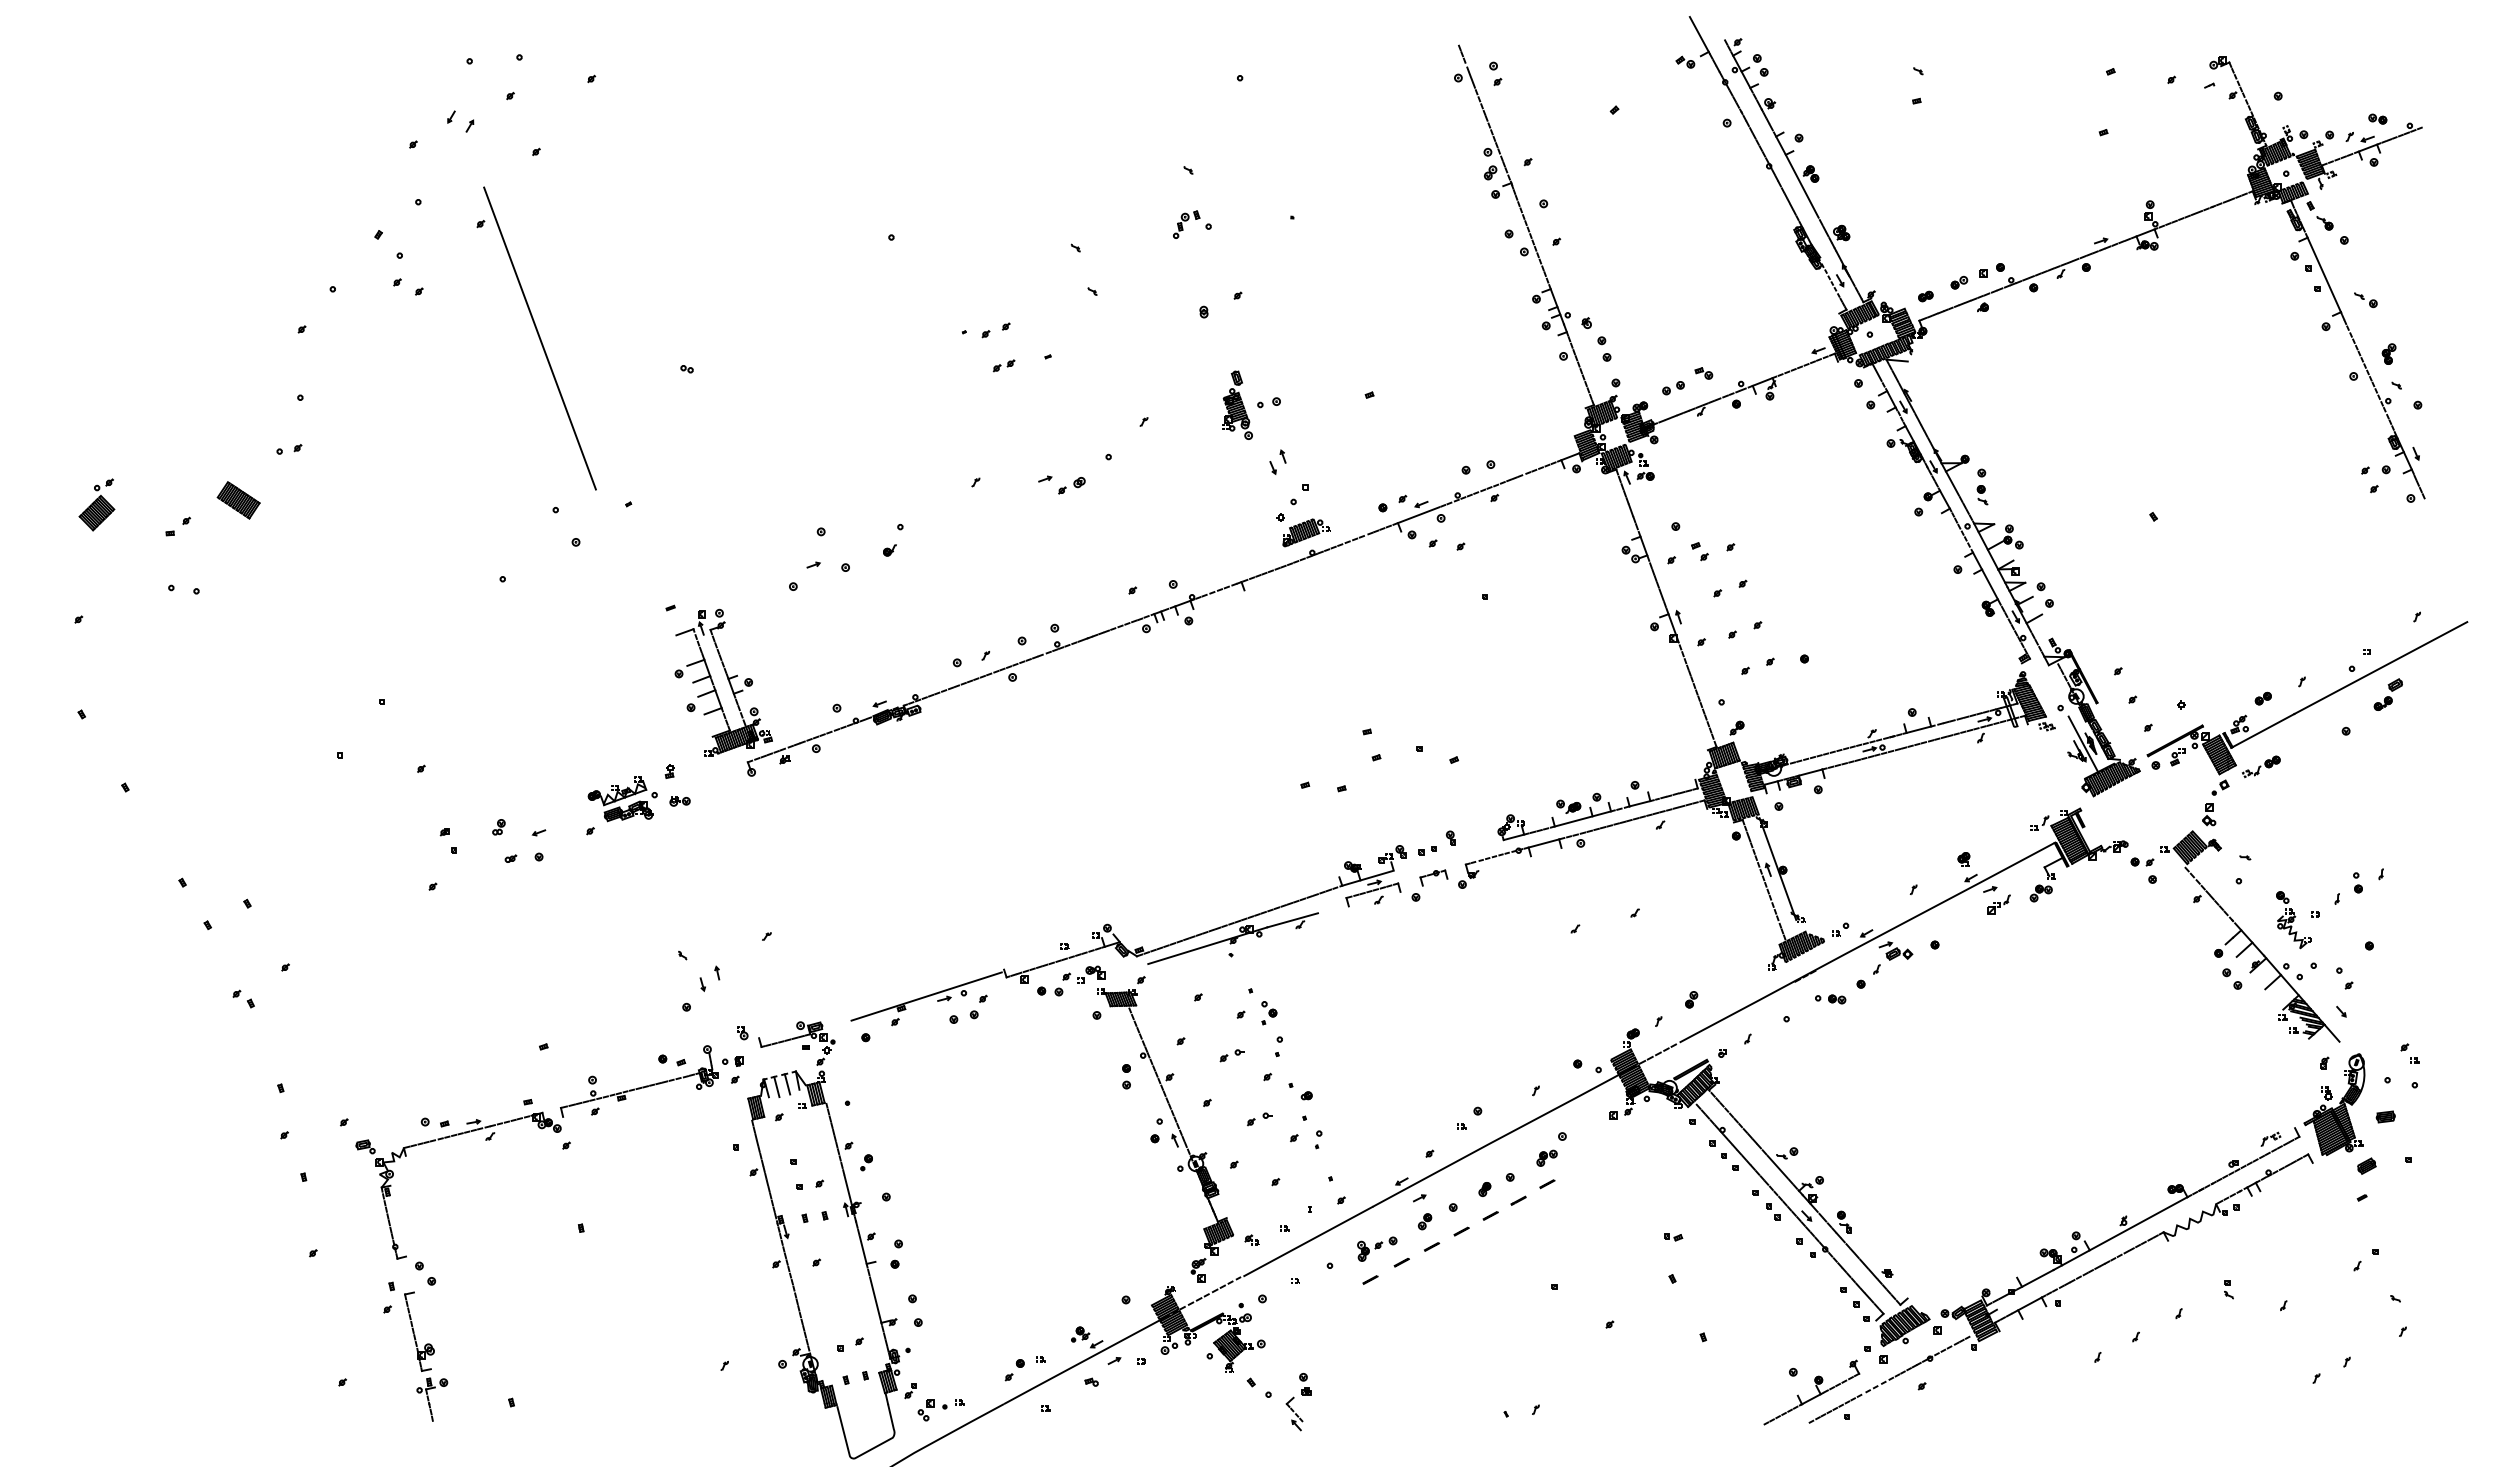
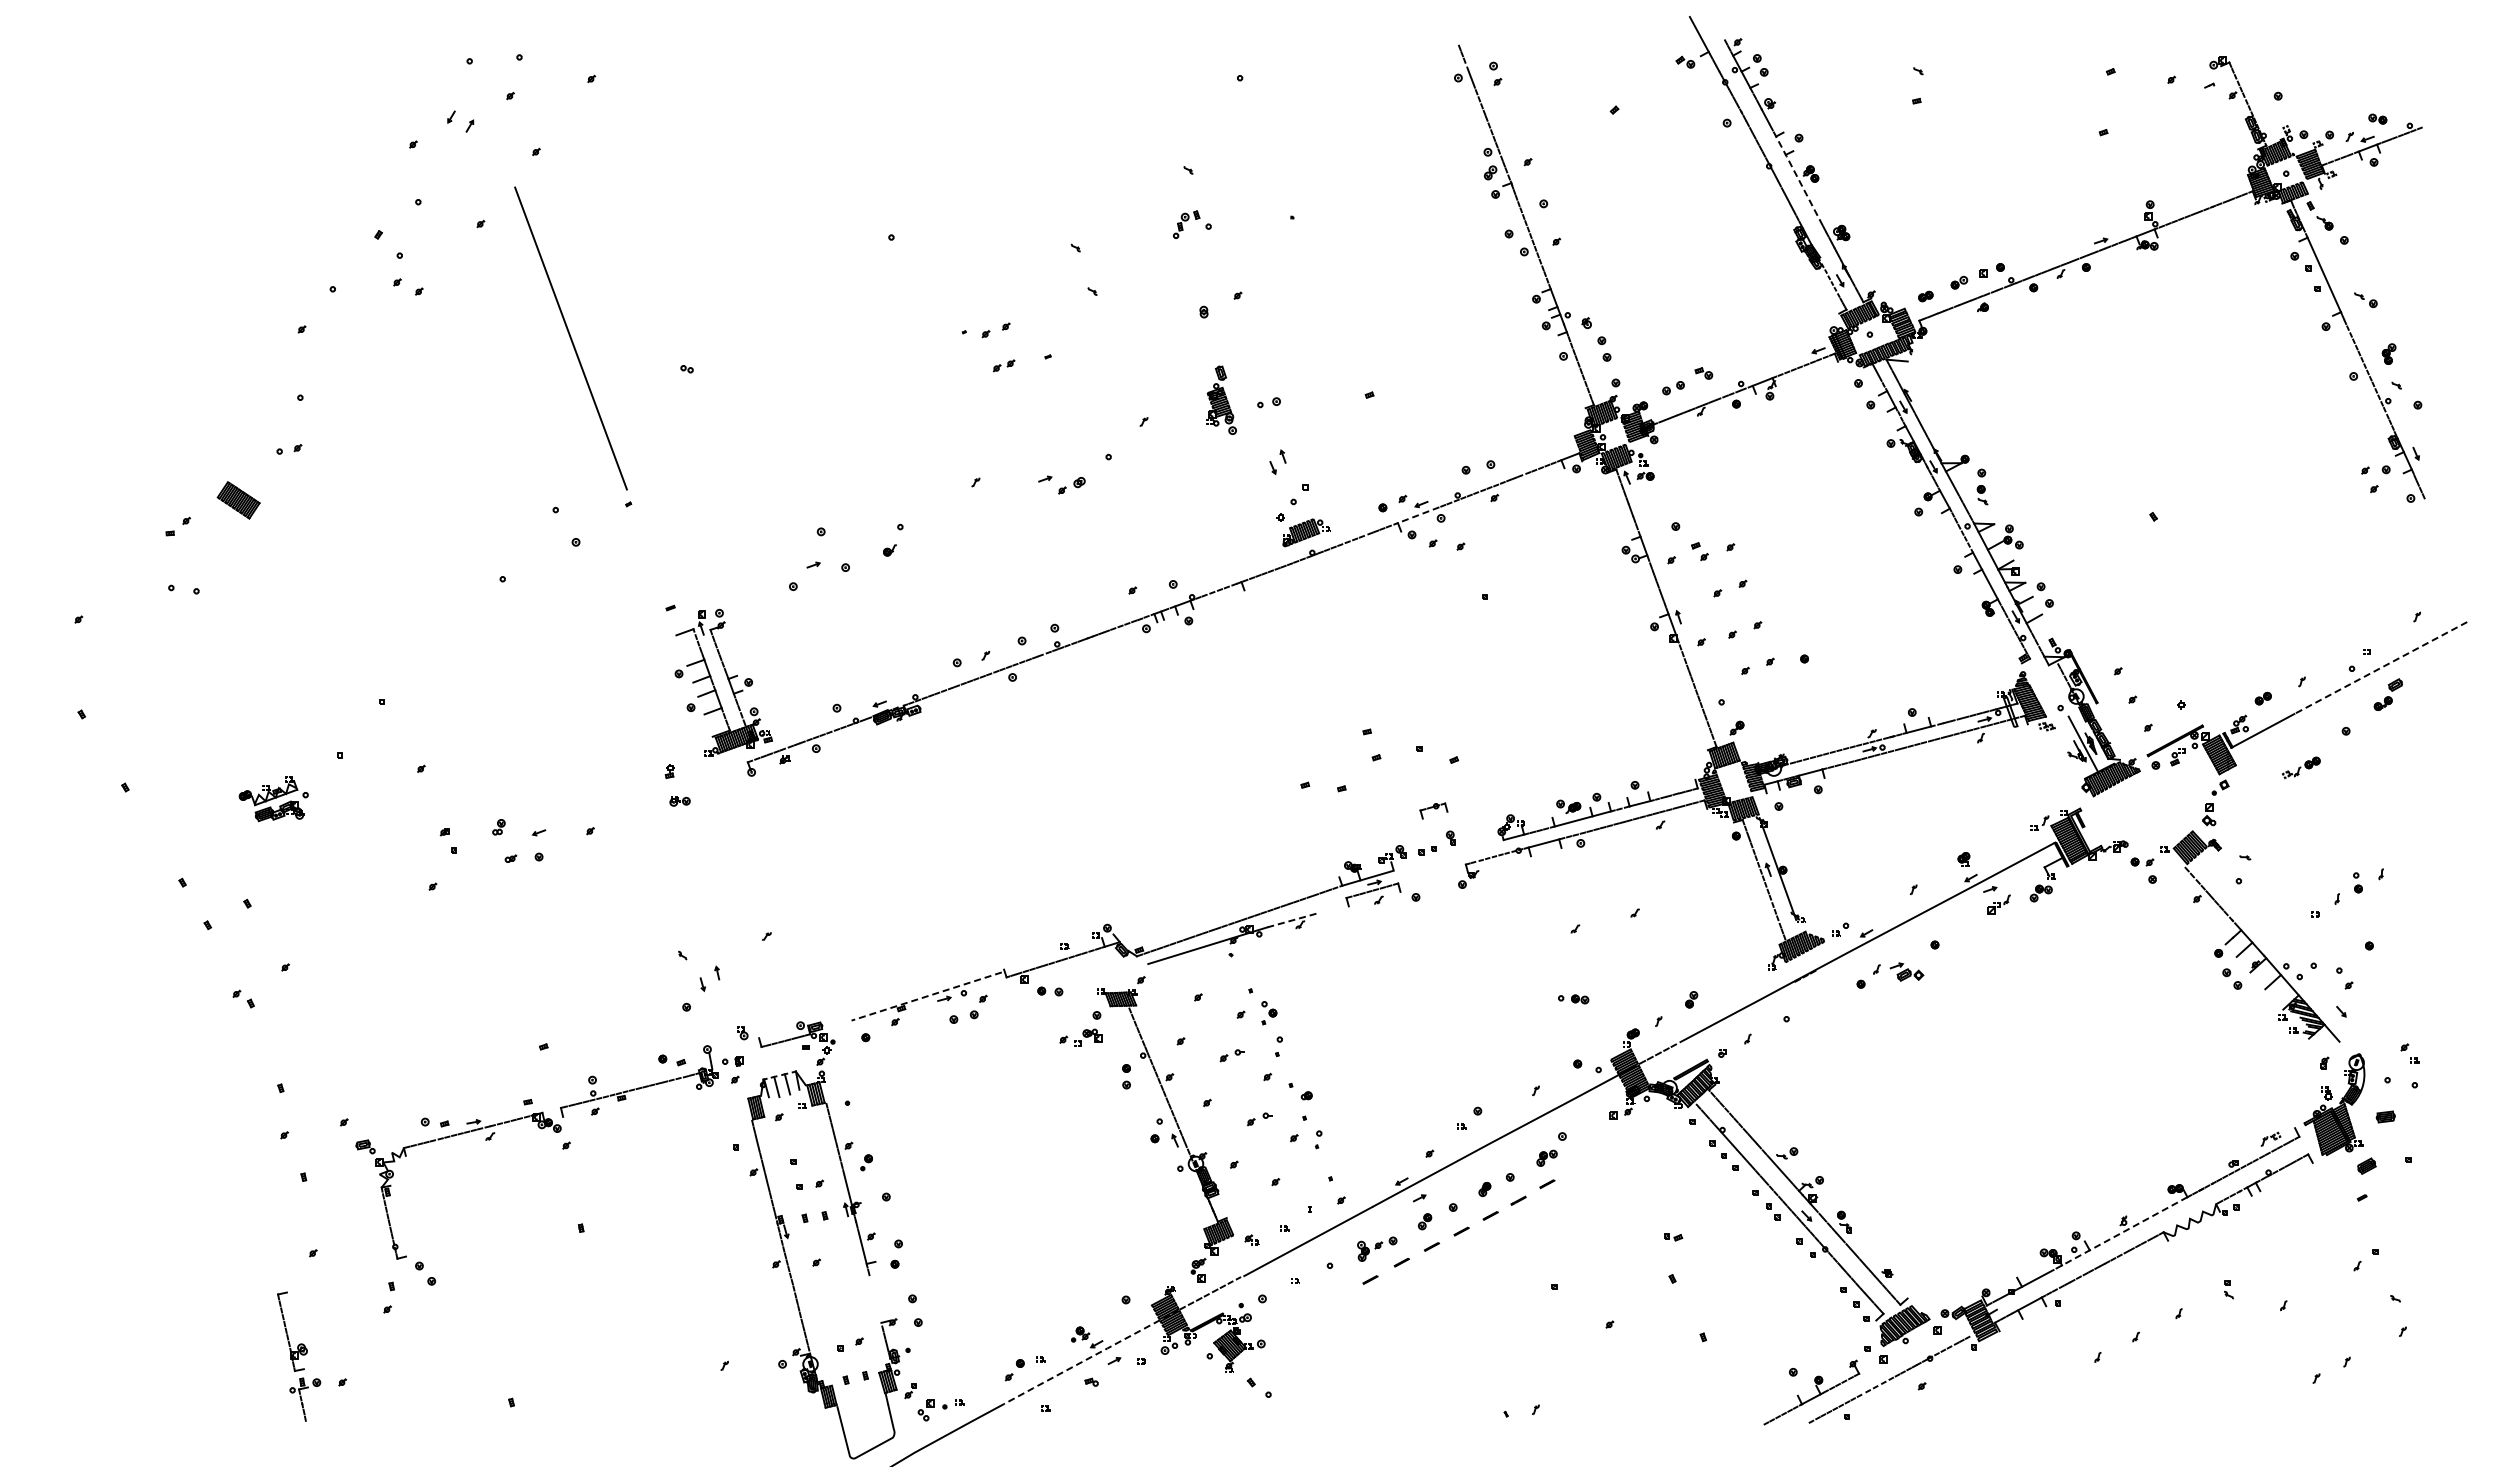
line at (1796, 175): solid -> dashed
line at (539, 338) position: (539, 338) -> (570, 338)
part at (1237, 404) position: (1237, 404) -> (1221, 399)
part at (96, 504): present -> none
line at (1416, 516): solid -> dashed
line at (2380, 668): solid -> dashed
part at (2261, 766) position: (2261, 766) -> (2301, 767)
part at (622, 799) position: (622, 799) -> (273, 799)
part at (1433, 877) position: (1433, 877) -> (1433, 810)
line at (1293, 920): solid -> dashed
part at (2293, 920): present -> none
part at (1895, 950) position: (1895, 950) -> (1906, 971)
part at (1083, 974) position: (1083, 974) -> (1080, 1037)
line at (926, 996): solid -> dashed
part at (1830, 999) position: (1830, 999) -> (1573, 999)
line at (2120, 1233): solid -> dashed
line at (875, 1300): present -> none
part at (426, 1356) position: (426, 1356) -> (299, 1356)
line at (1086, 1359): solid -> dashed
part at (1298, 1402): present -> none
